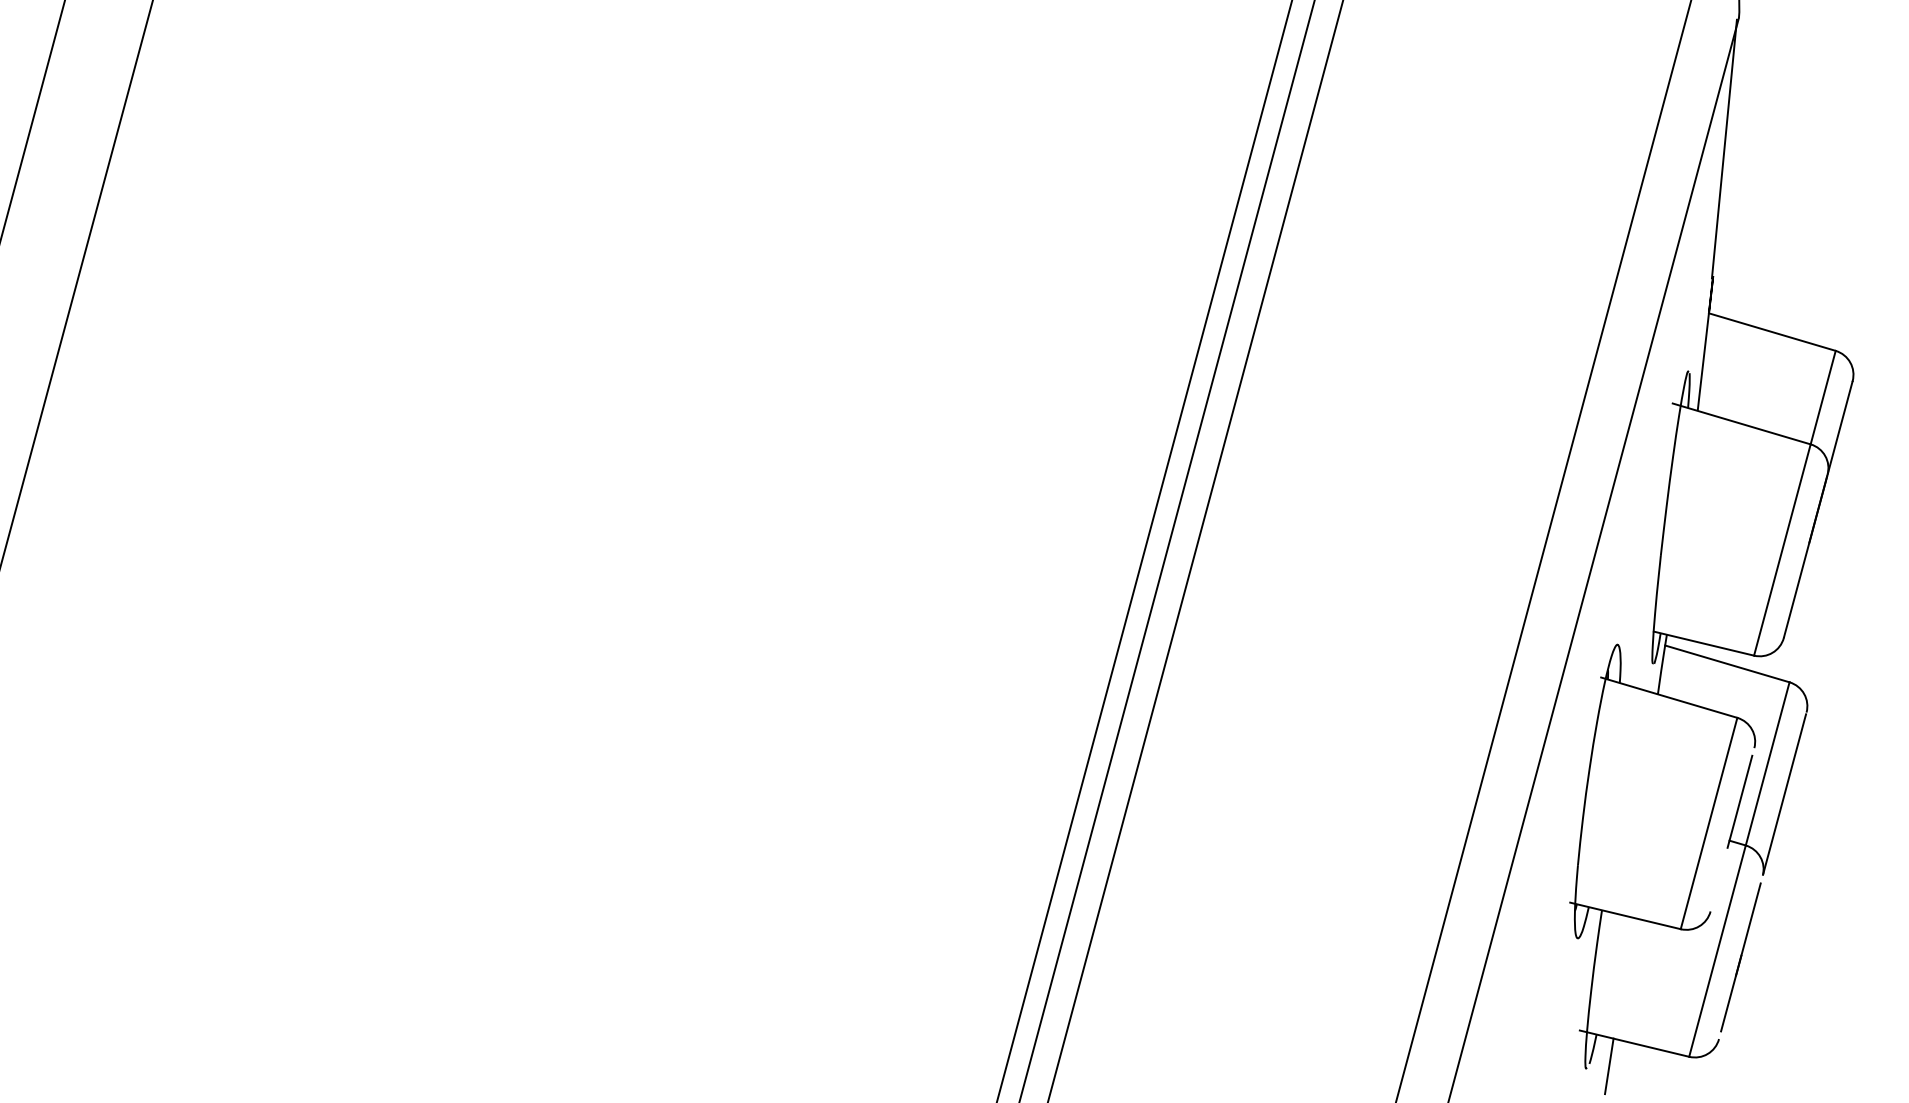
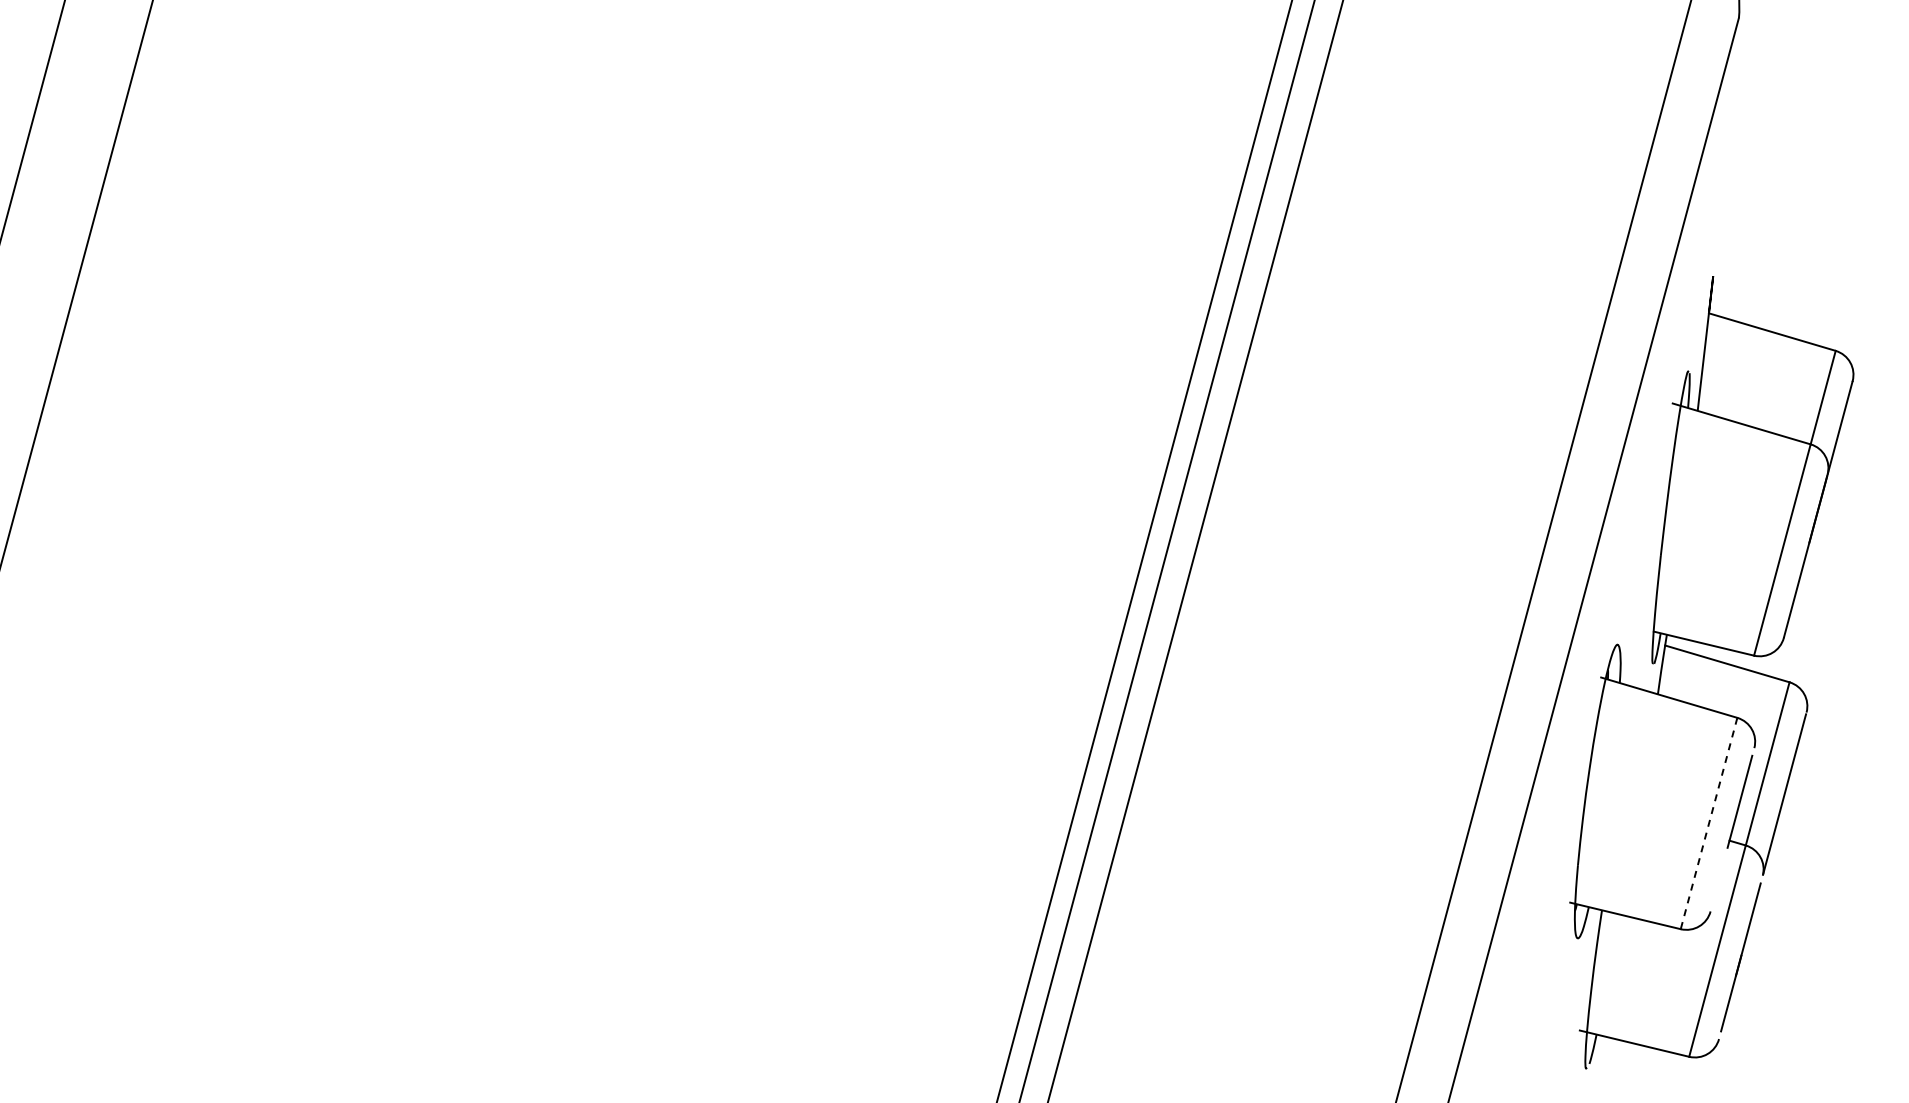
line at (1723, 148): present -> none
line at (1708, 824): solid -> dashed
line at (1609, 1066): present -> none
